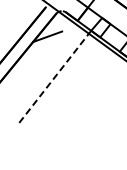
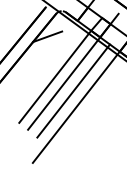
line at (73, 71): none -> present
line at (55, 76): dashed -> solid
line at (73, 90): none -> present
line at (77, 104): none -> present
